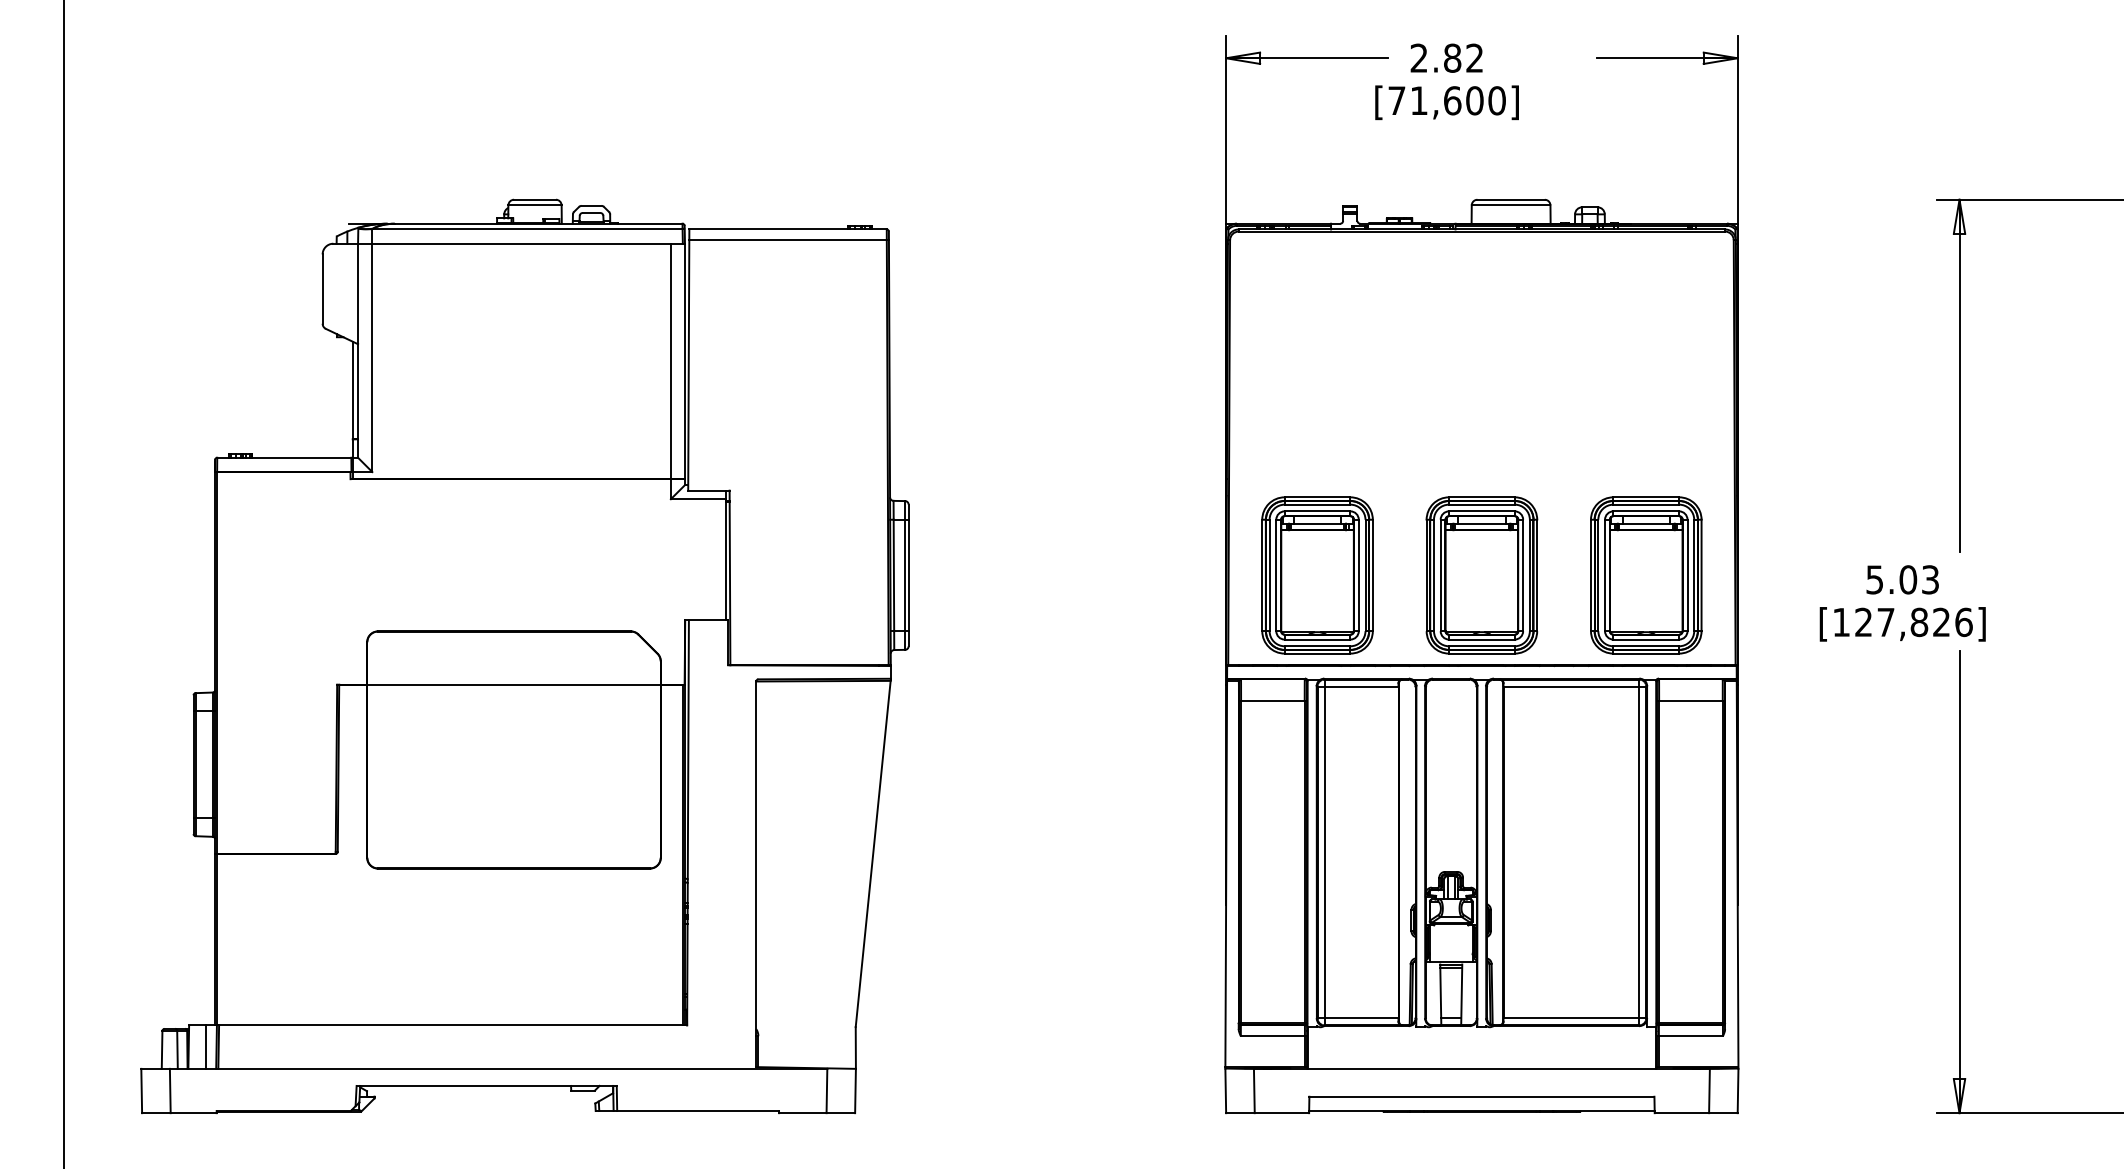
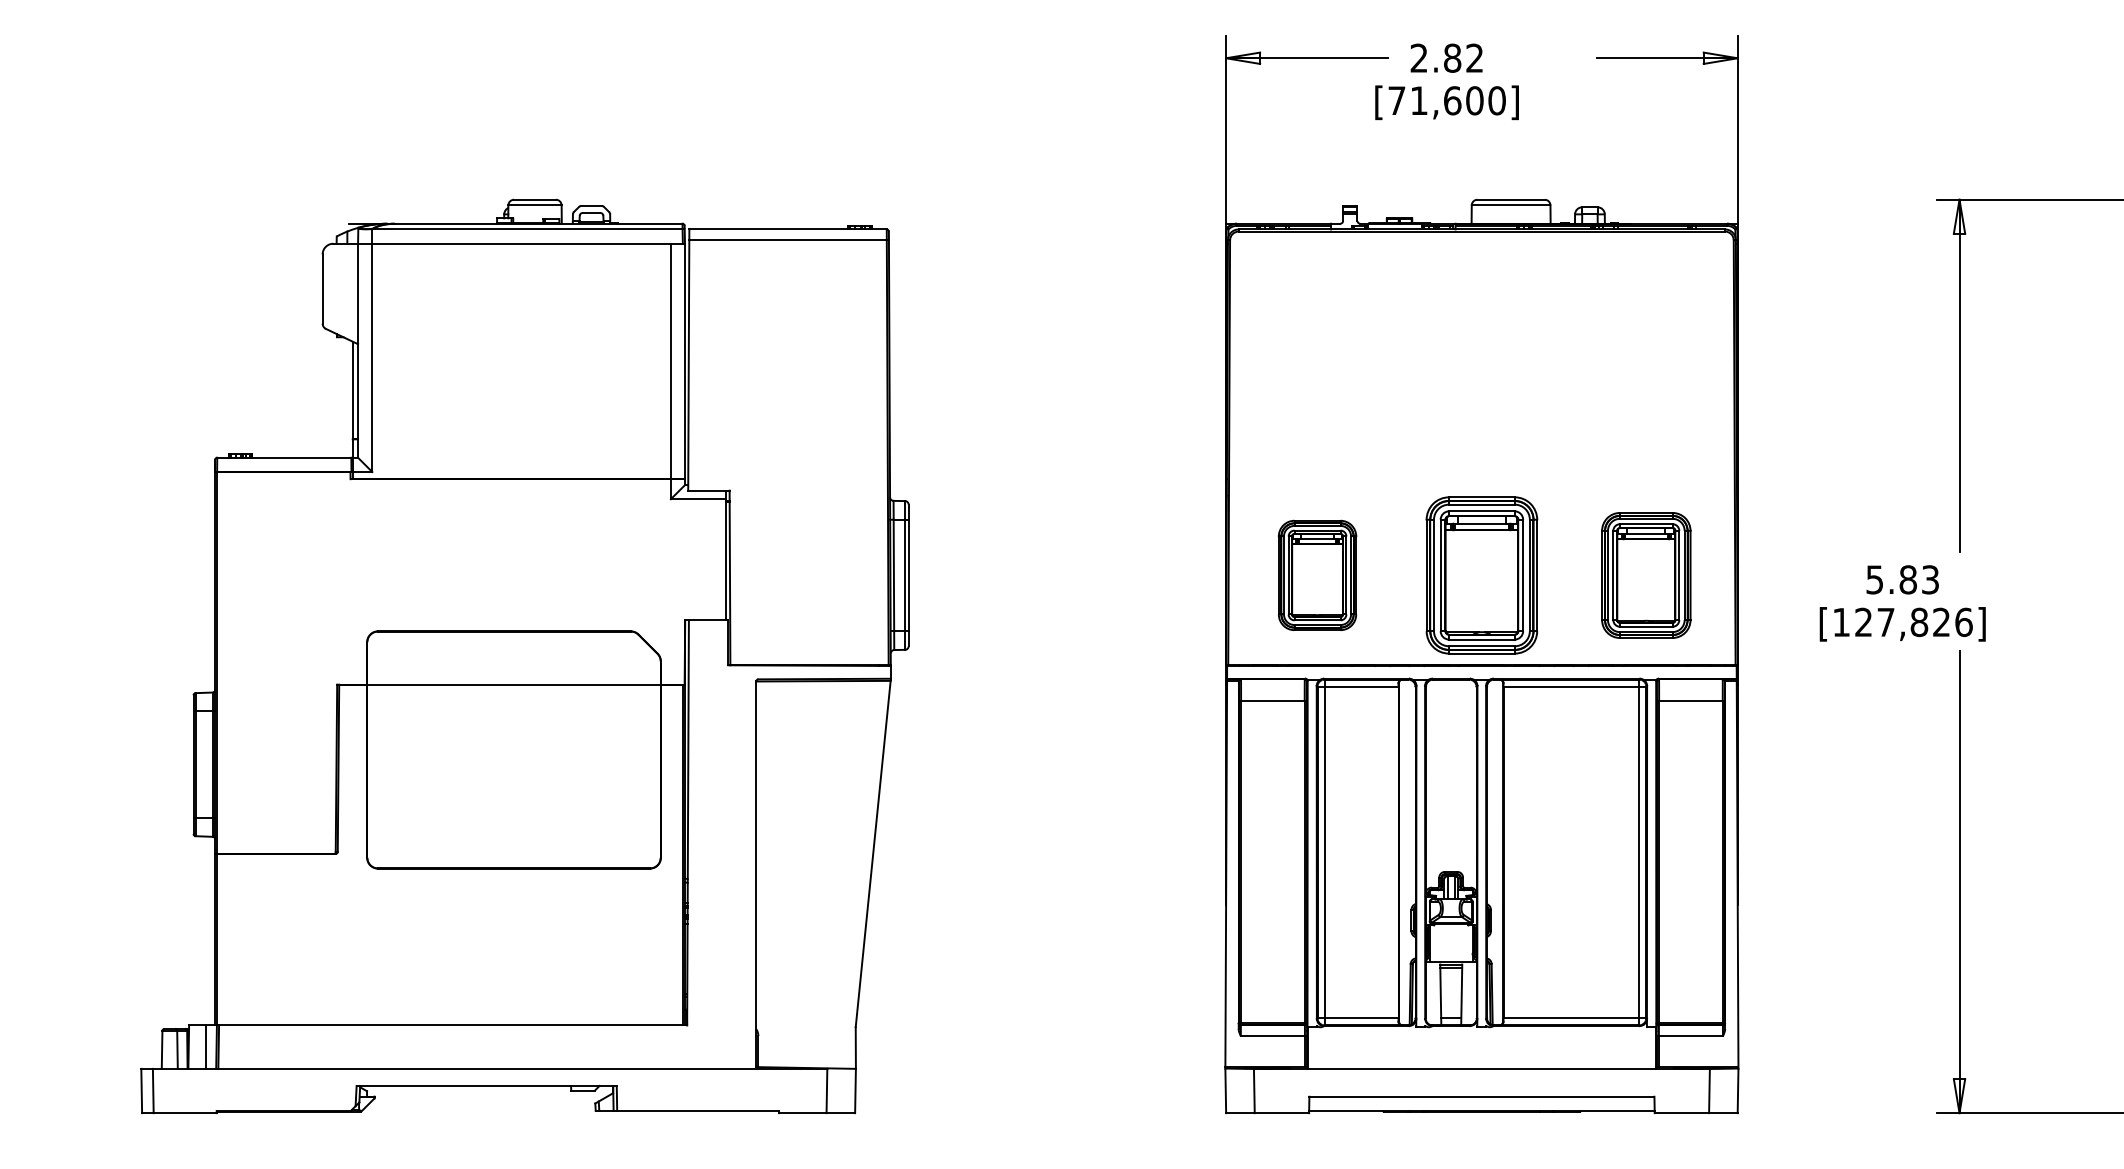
part at (1317, 575) size: 113x159 px -> 81x112 px
part at (1646, 575) size: 113x159 px -> 91x127 px
text at (1908, 580): 5.03 -> 5.83
line at (63, 583): present -> none
line at (169, 1090) position: (169, 1090) -> (152, 1090)
